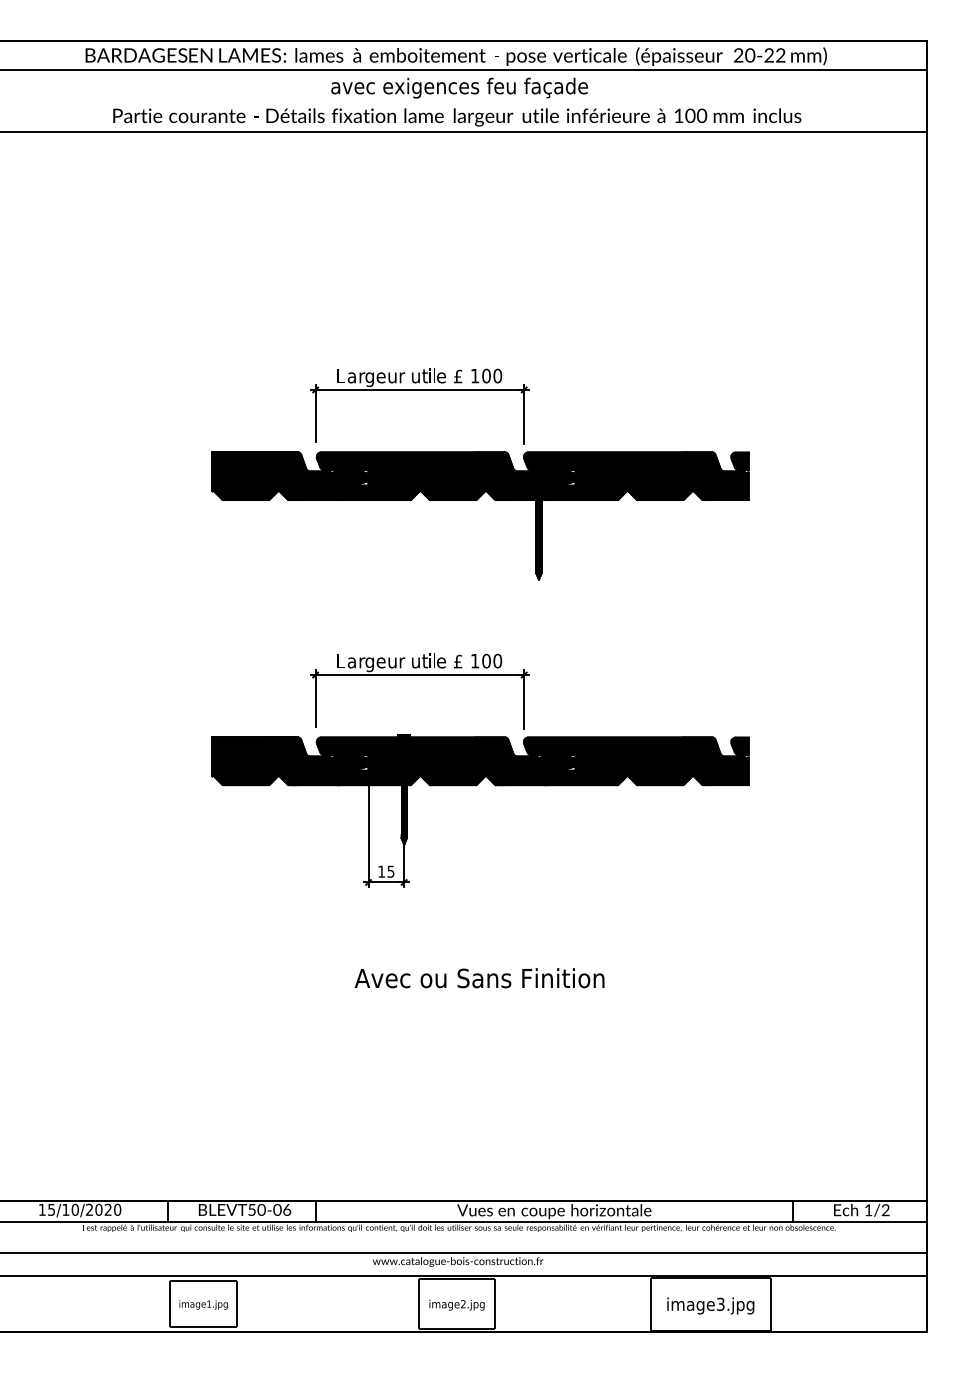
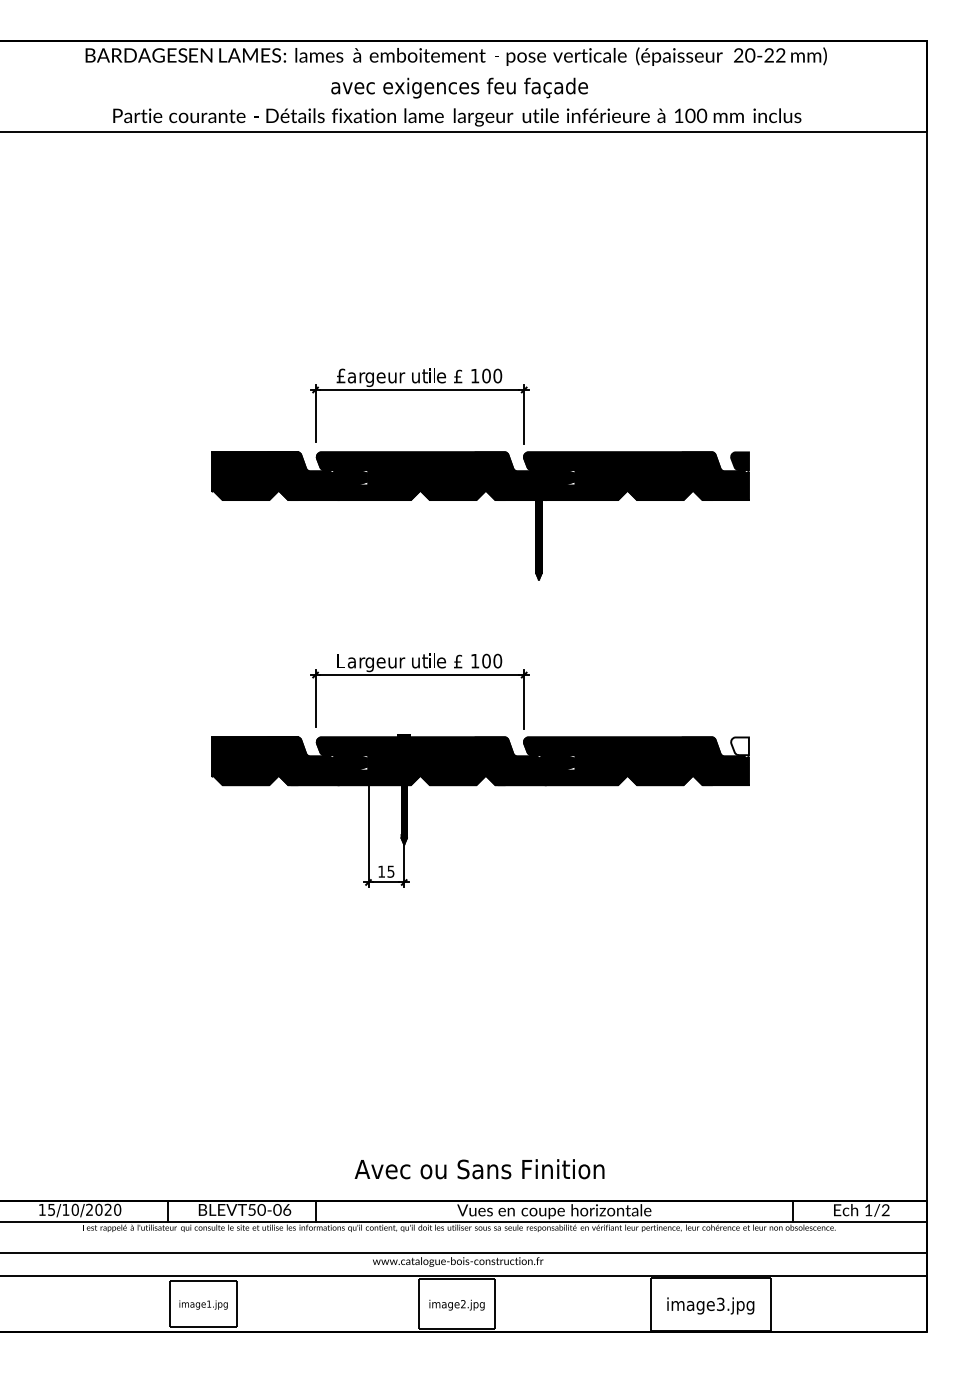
line at (464, 69): present -> none
text at (340, 375): L -> £
fill at (739, 746): present -> none
text at (479, 978) position: (479, 978) -> (479, 1169)
